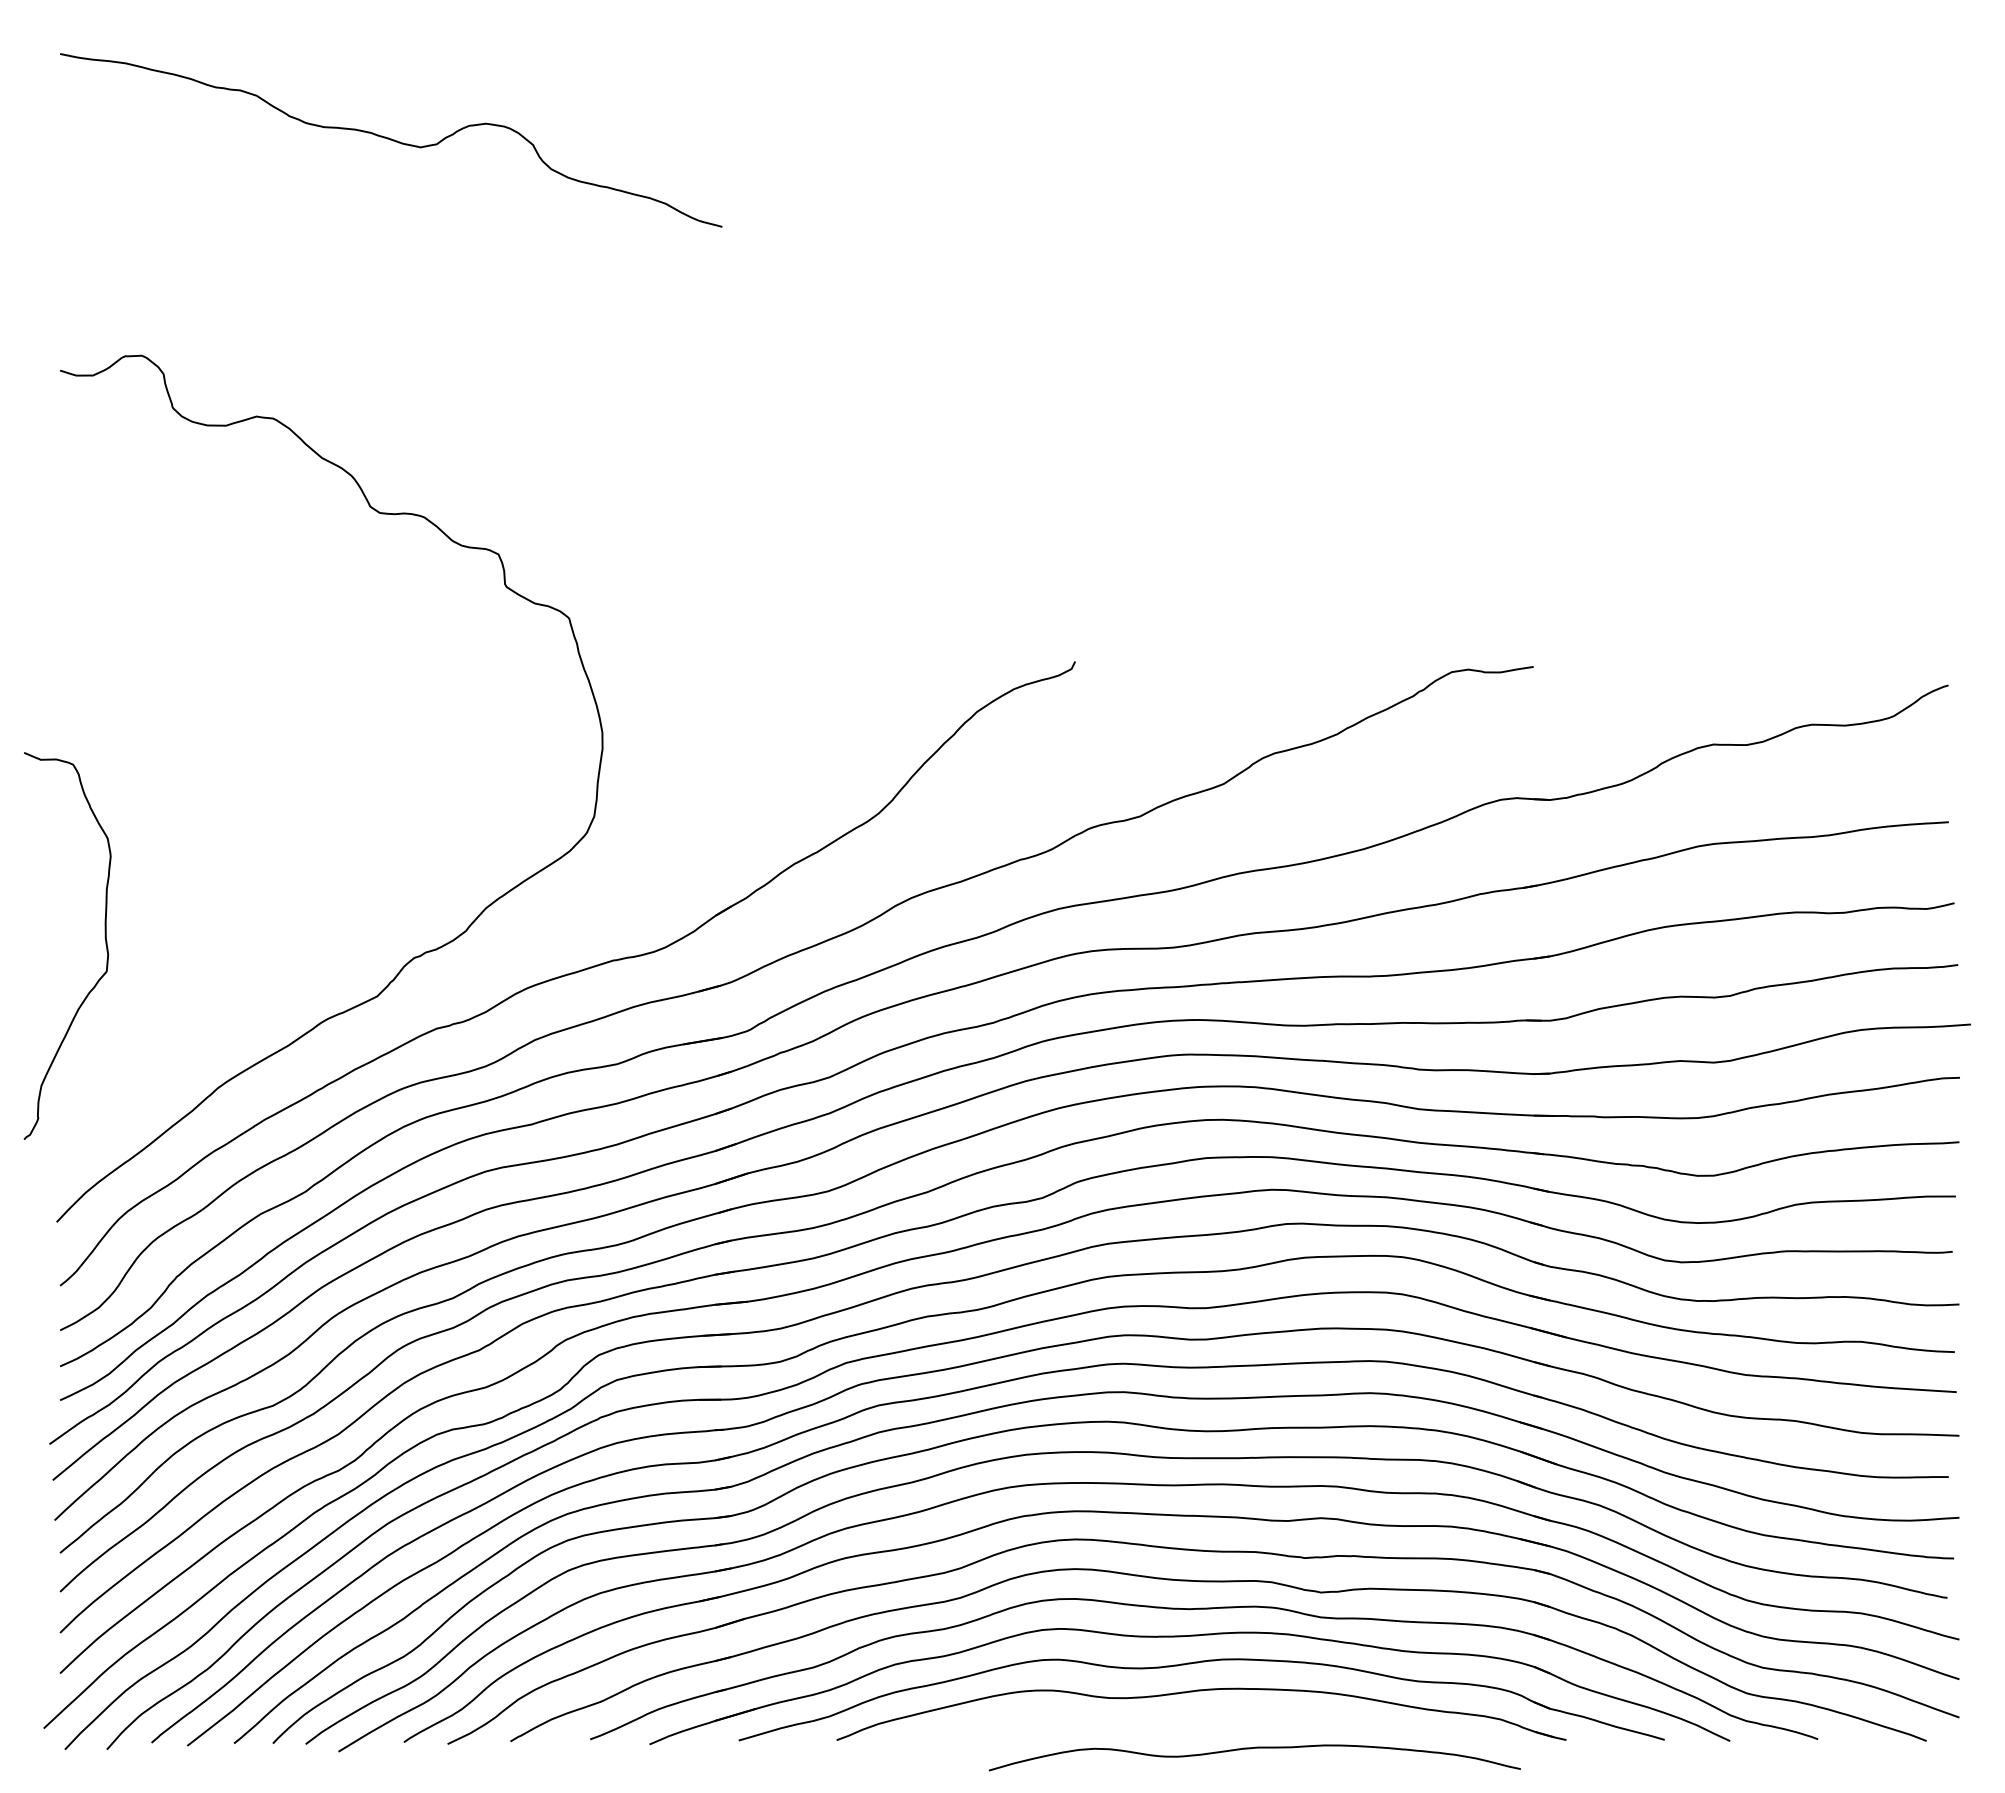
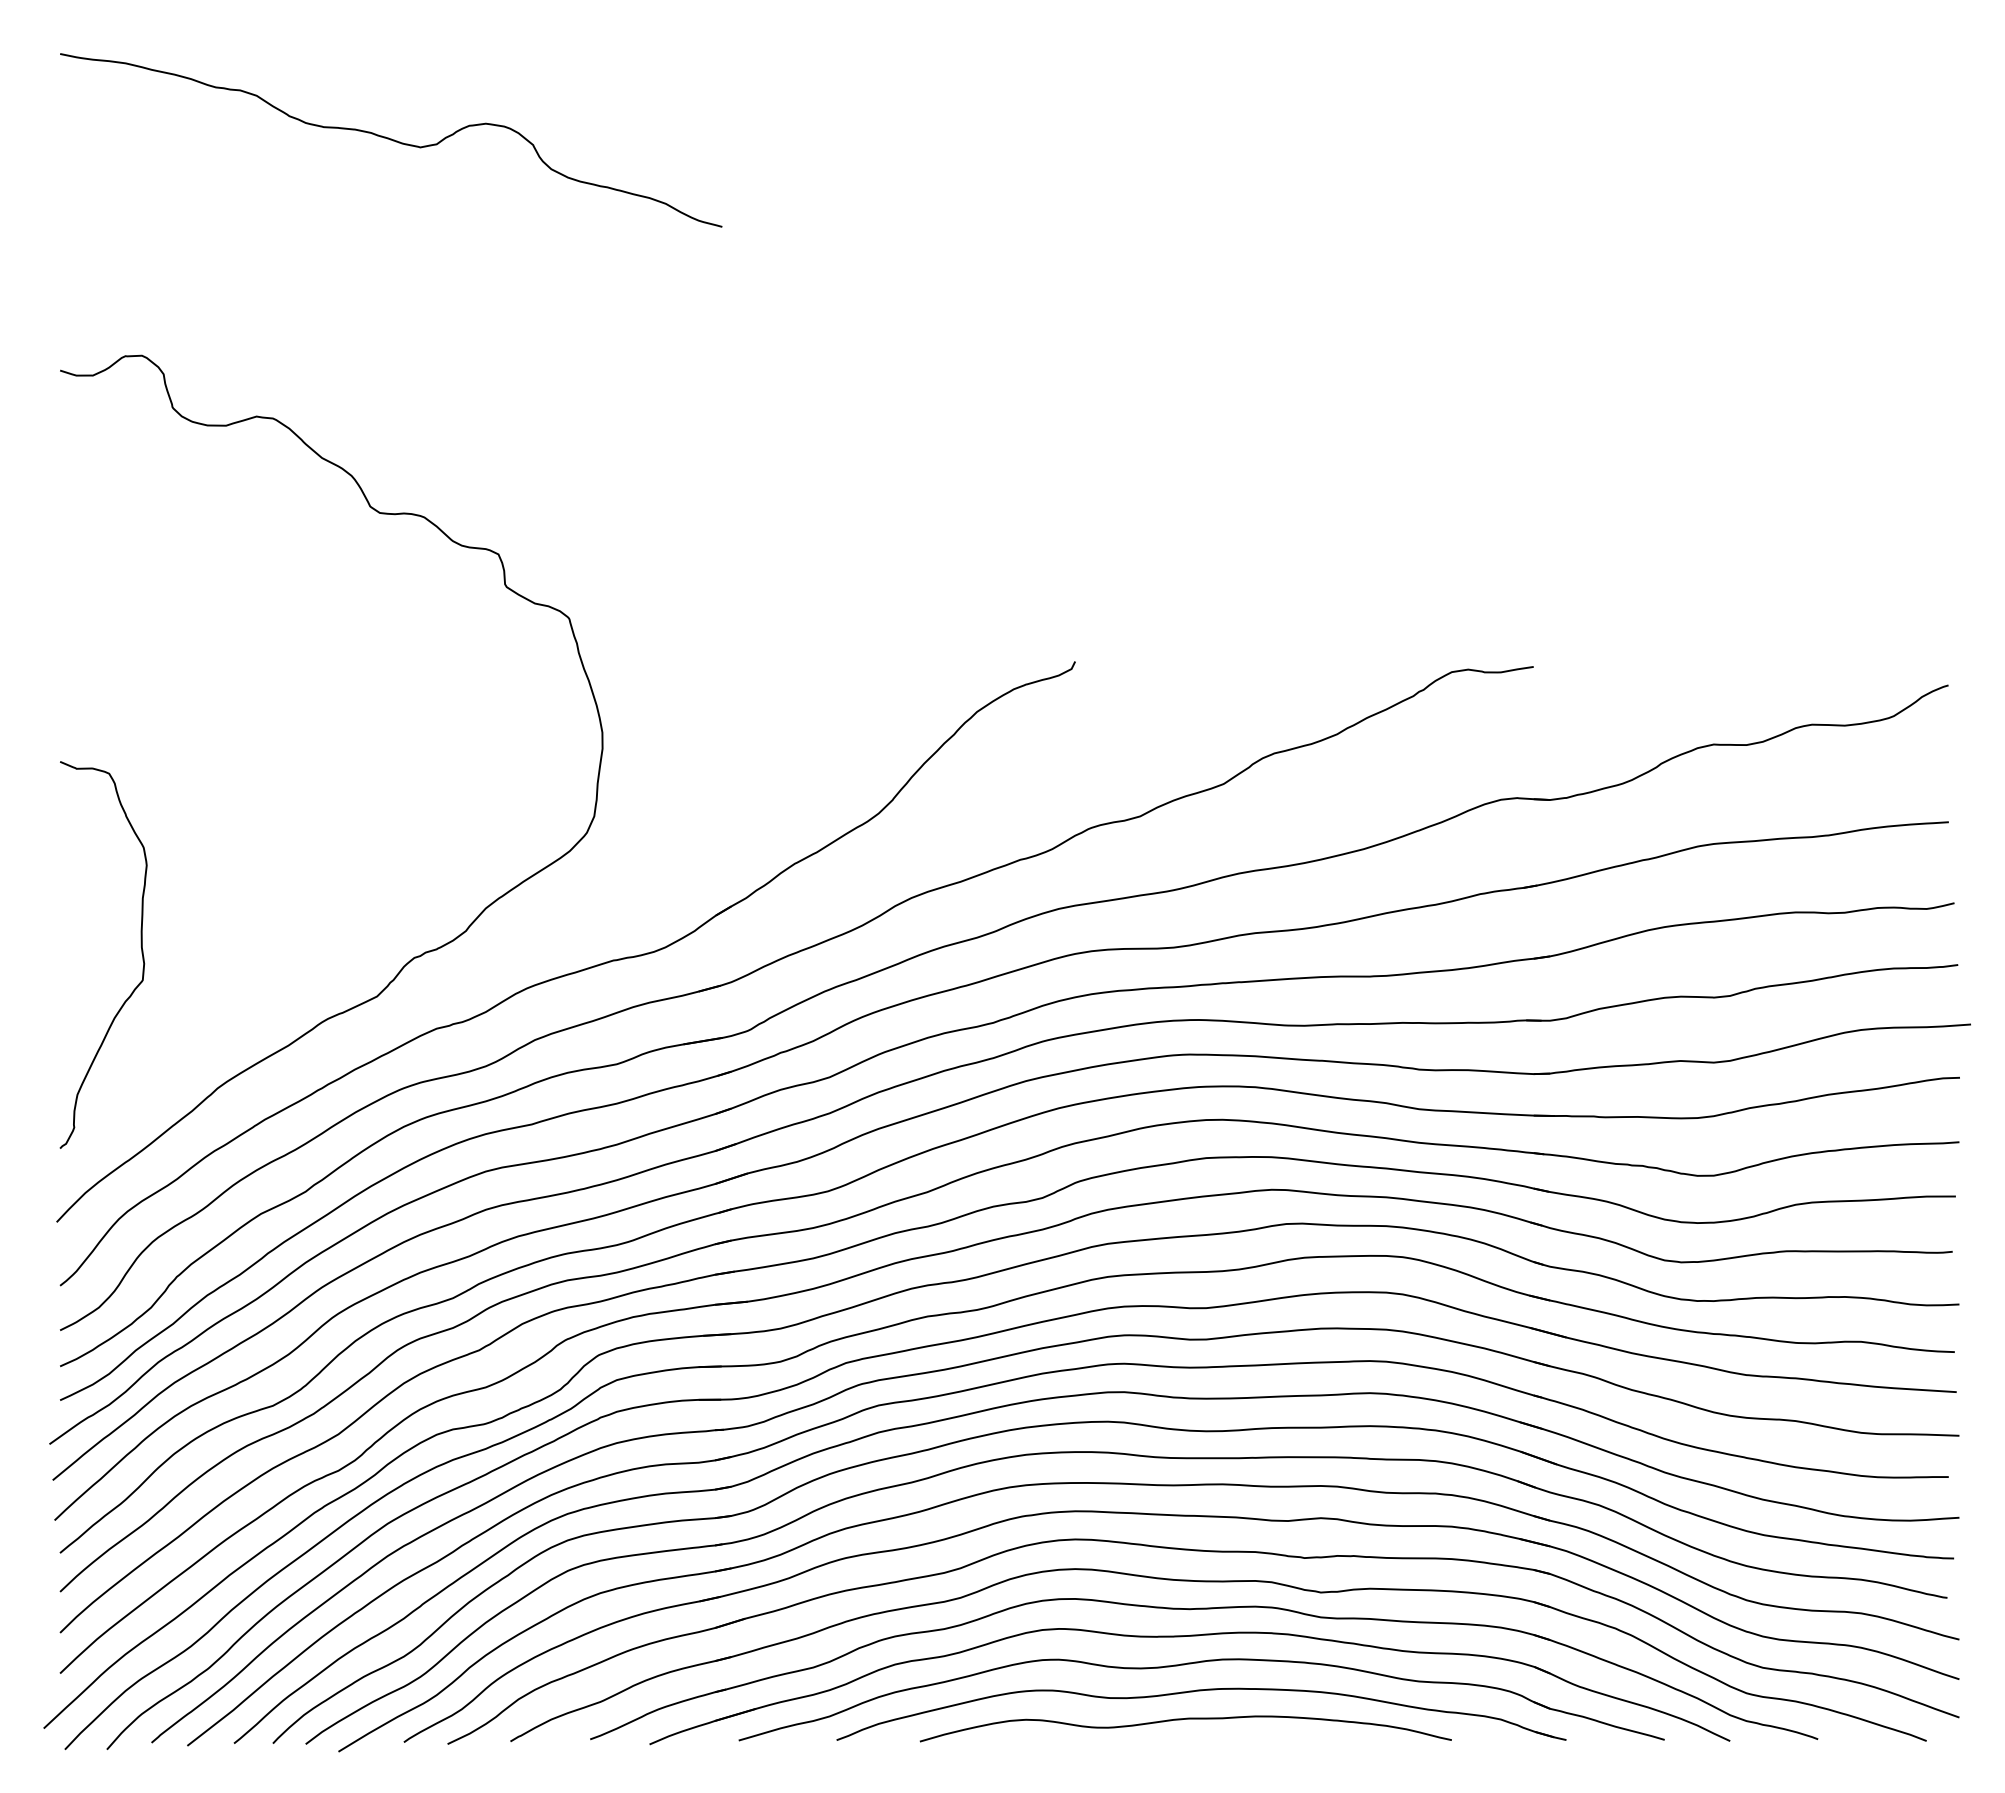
curve at (104, 937) position: (104, 937) -> (140, 946)
curve at (1250, 1749) position: (1250, 1749) -> (1181, 1720)
